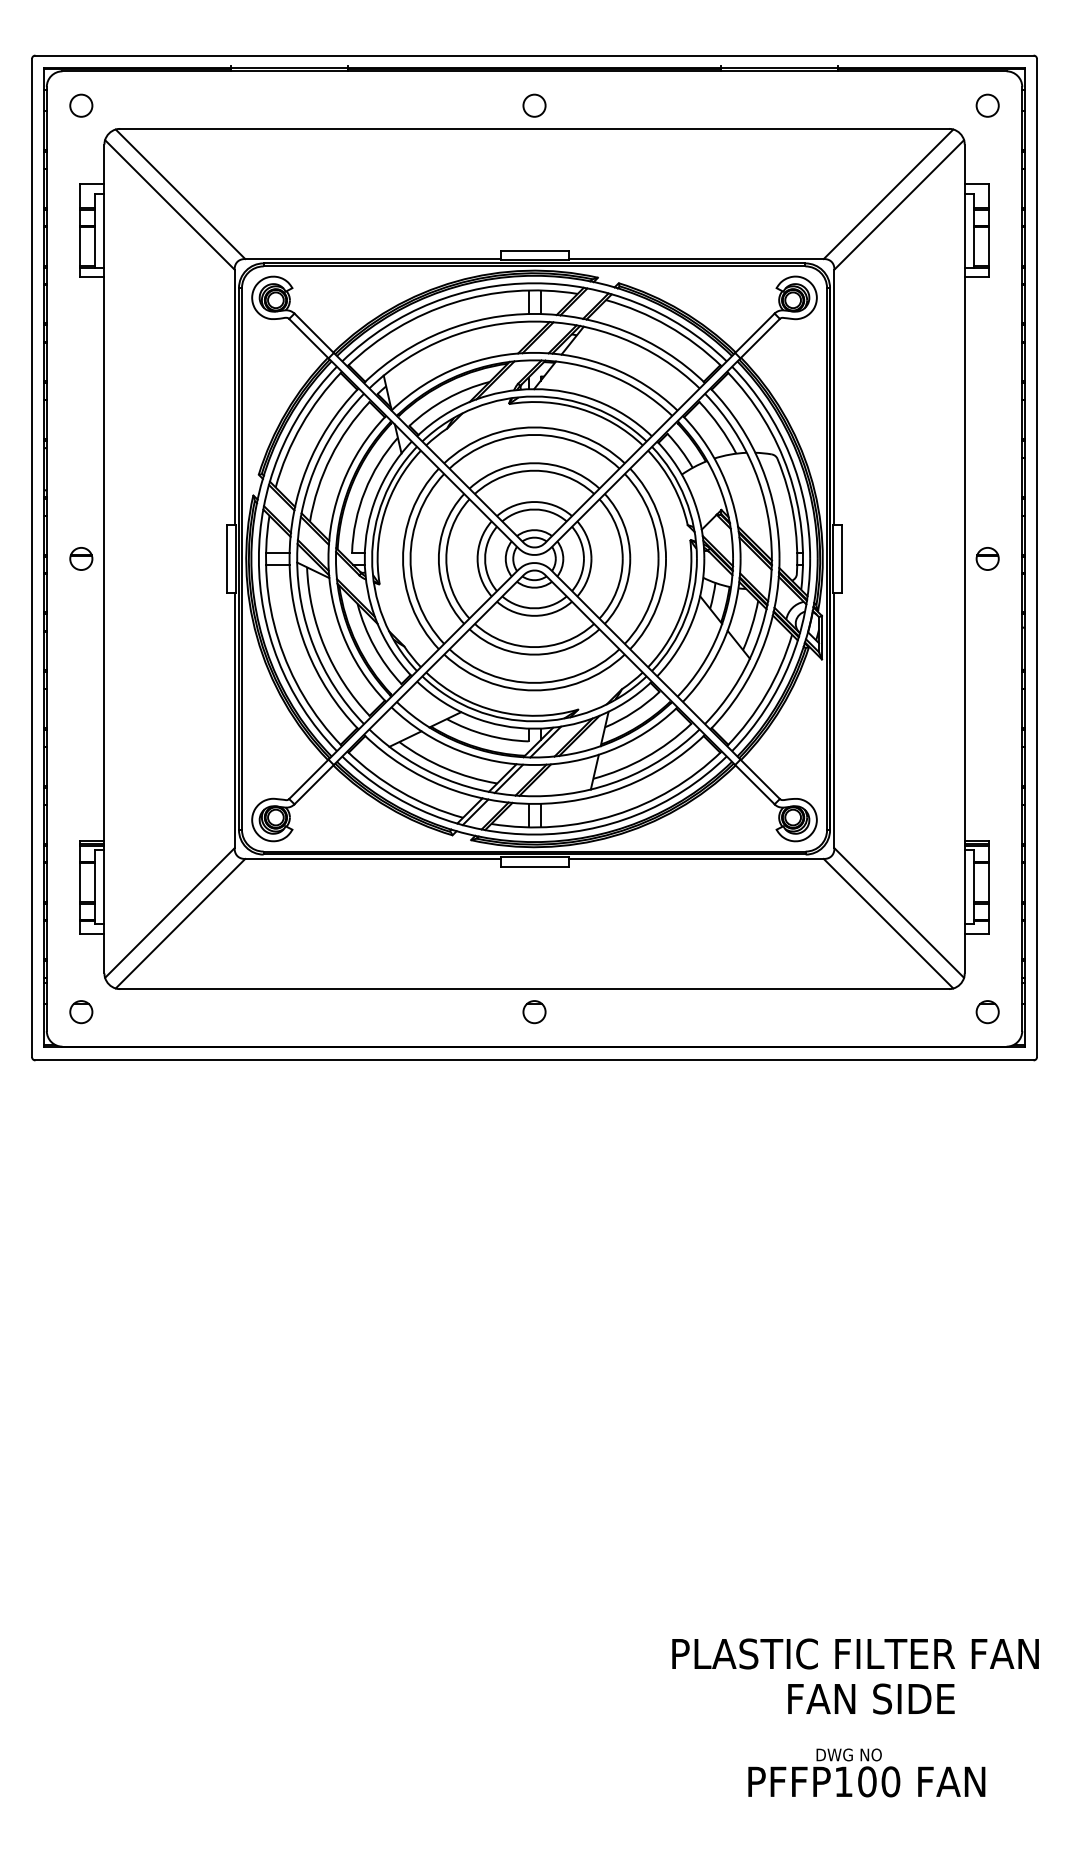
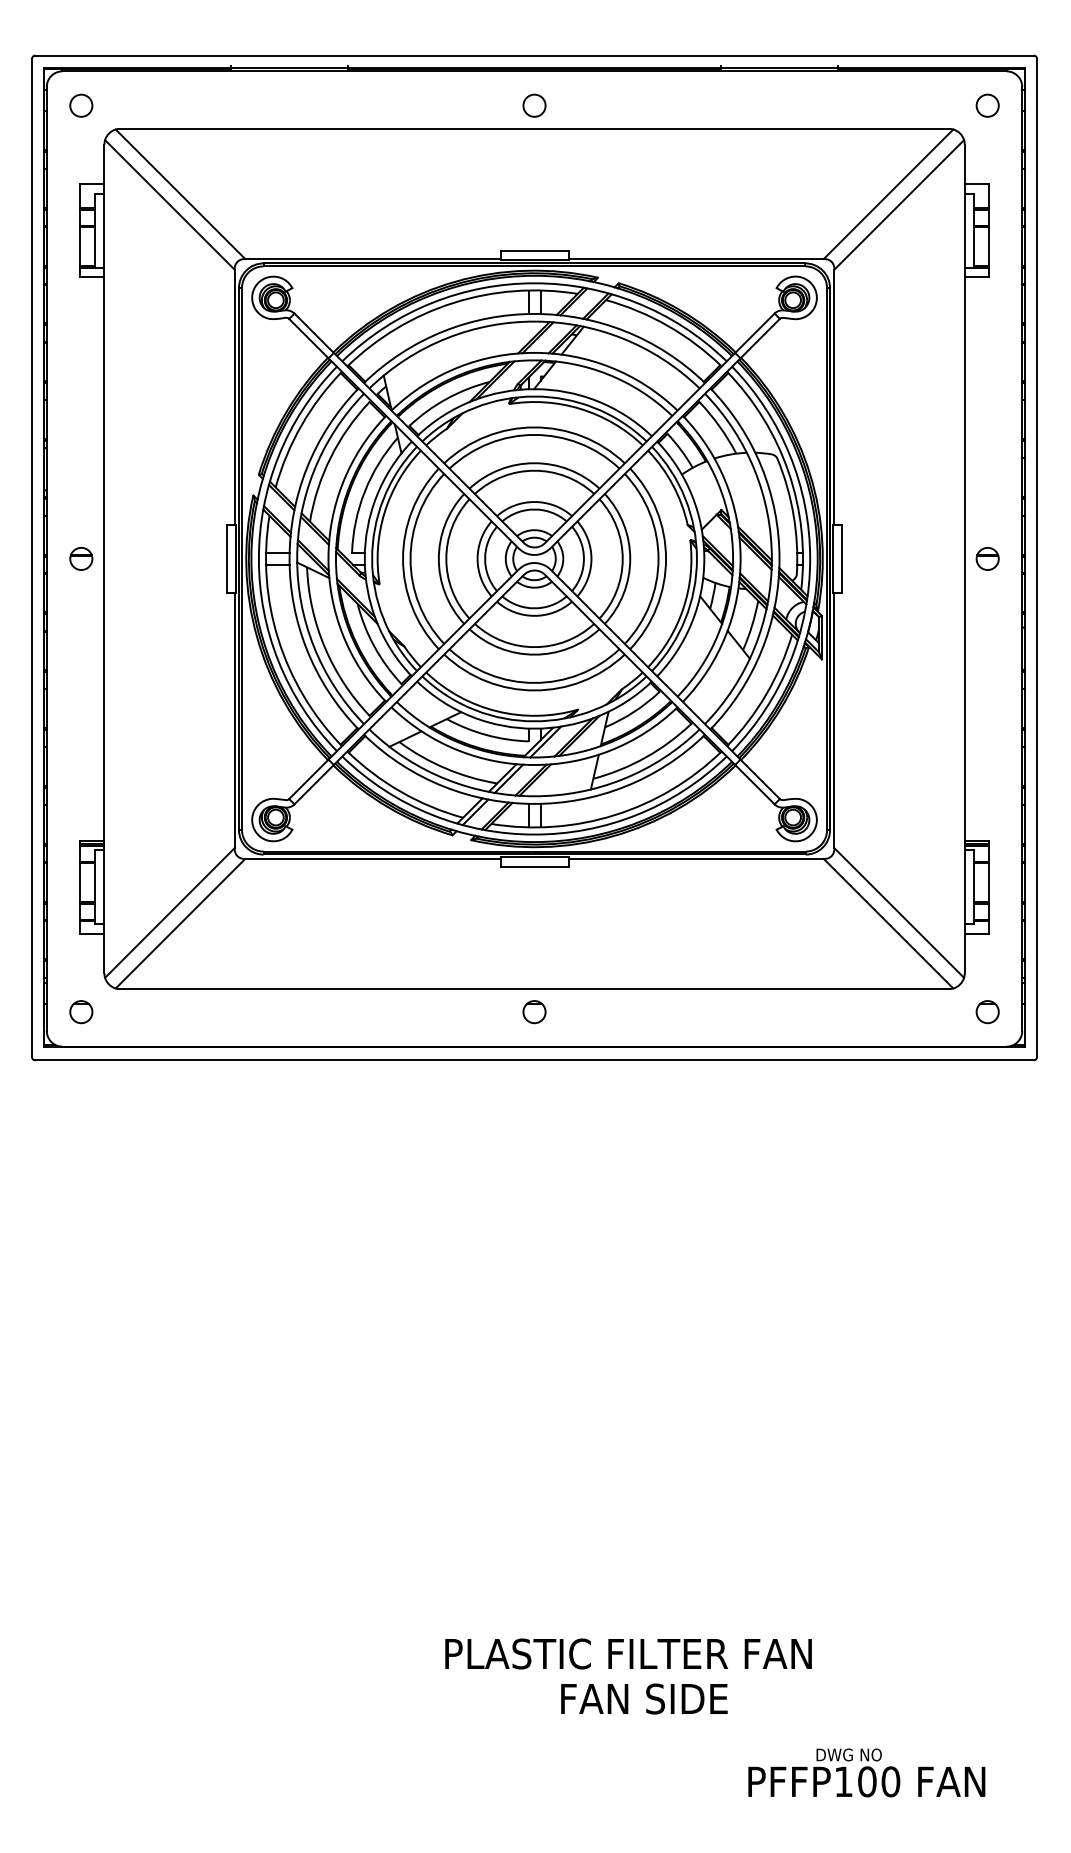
text at (855, 1676) position: (855, 1676) -> (628, 1676)
